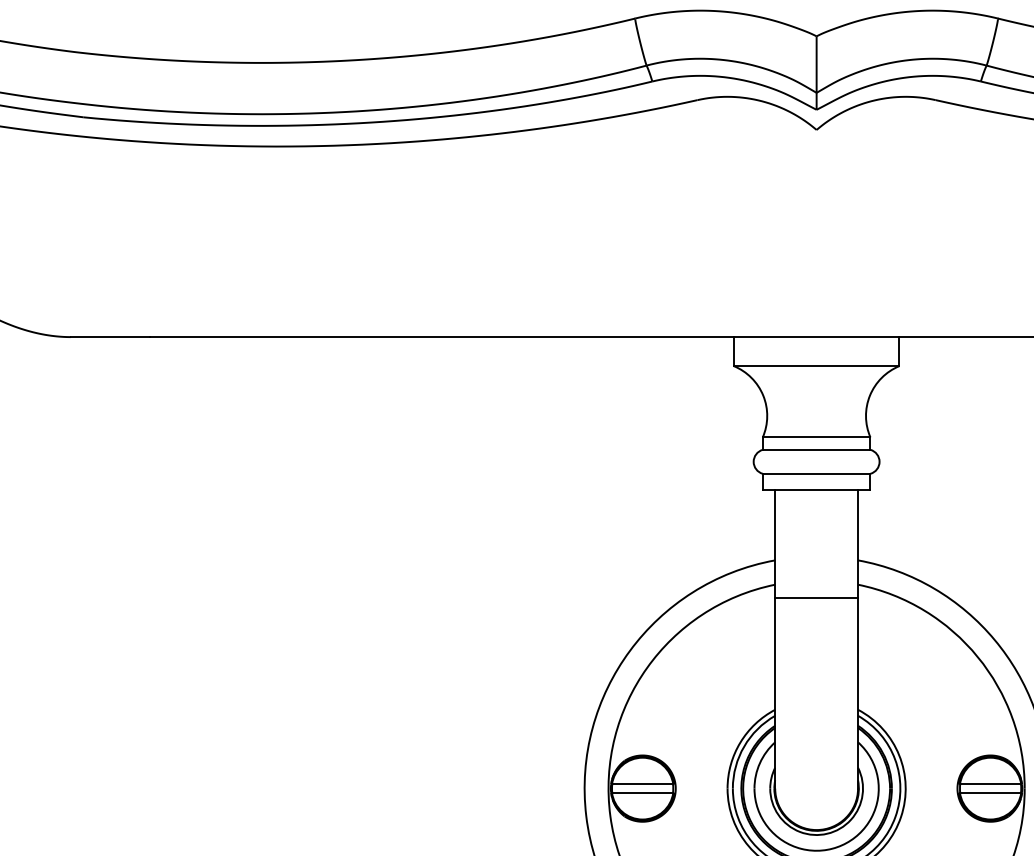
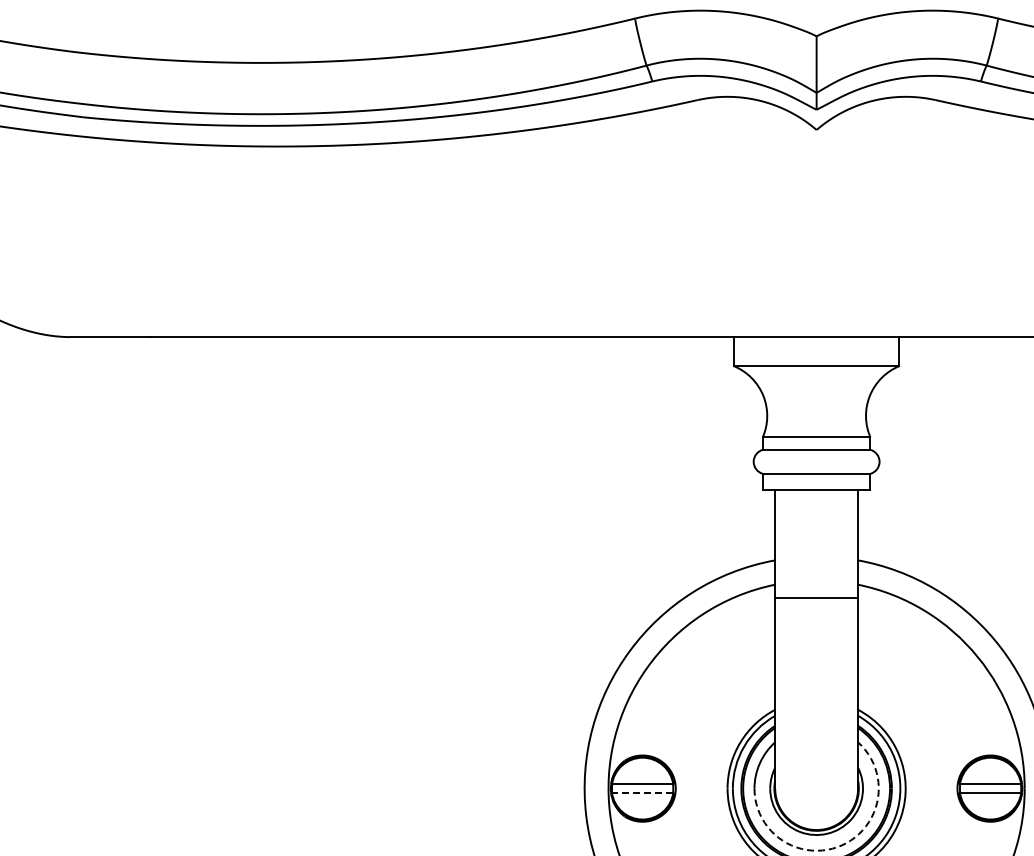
line at (642, 792): solid -> dashed
arc at (841, 845): solid -> dashed
